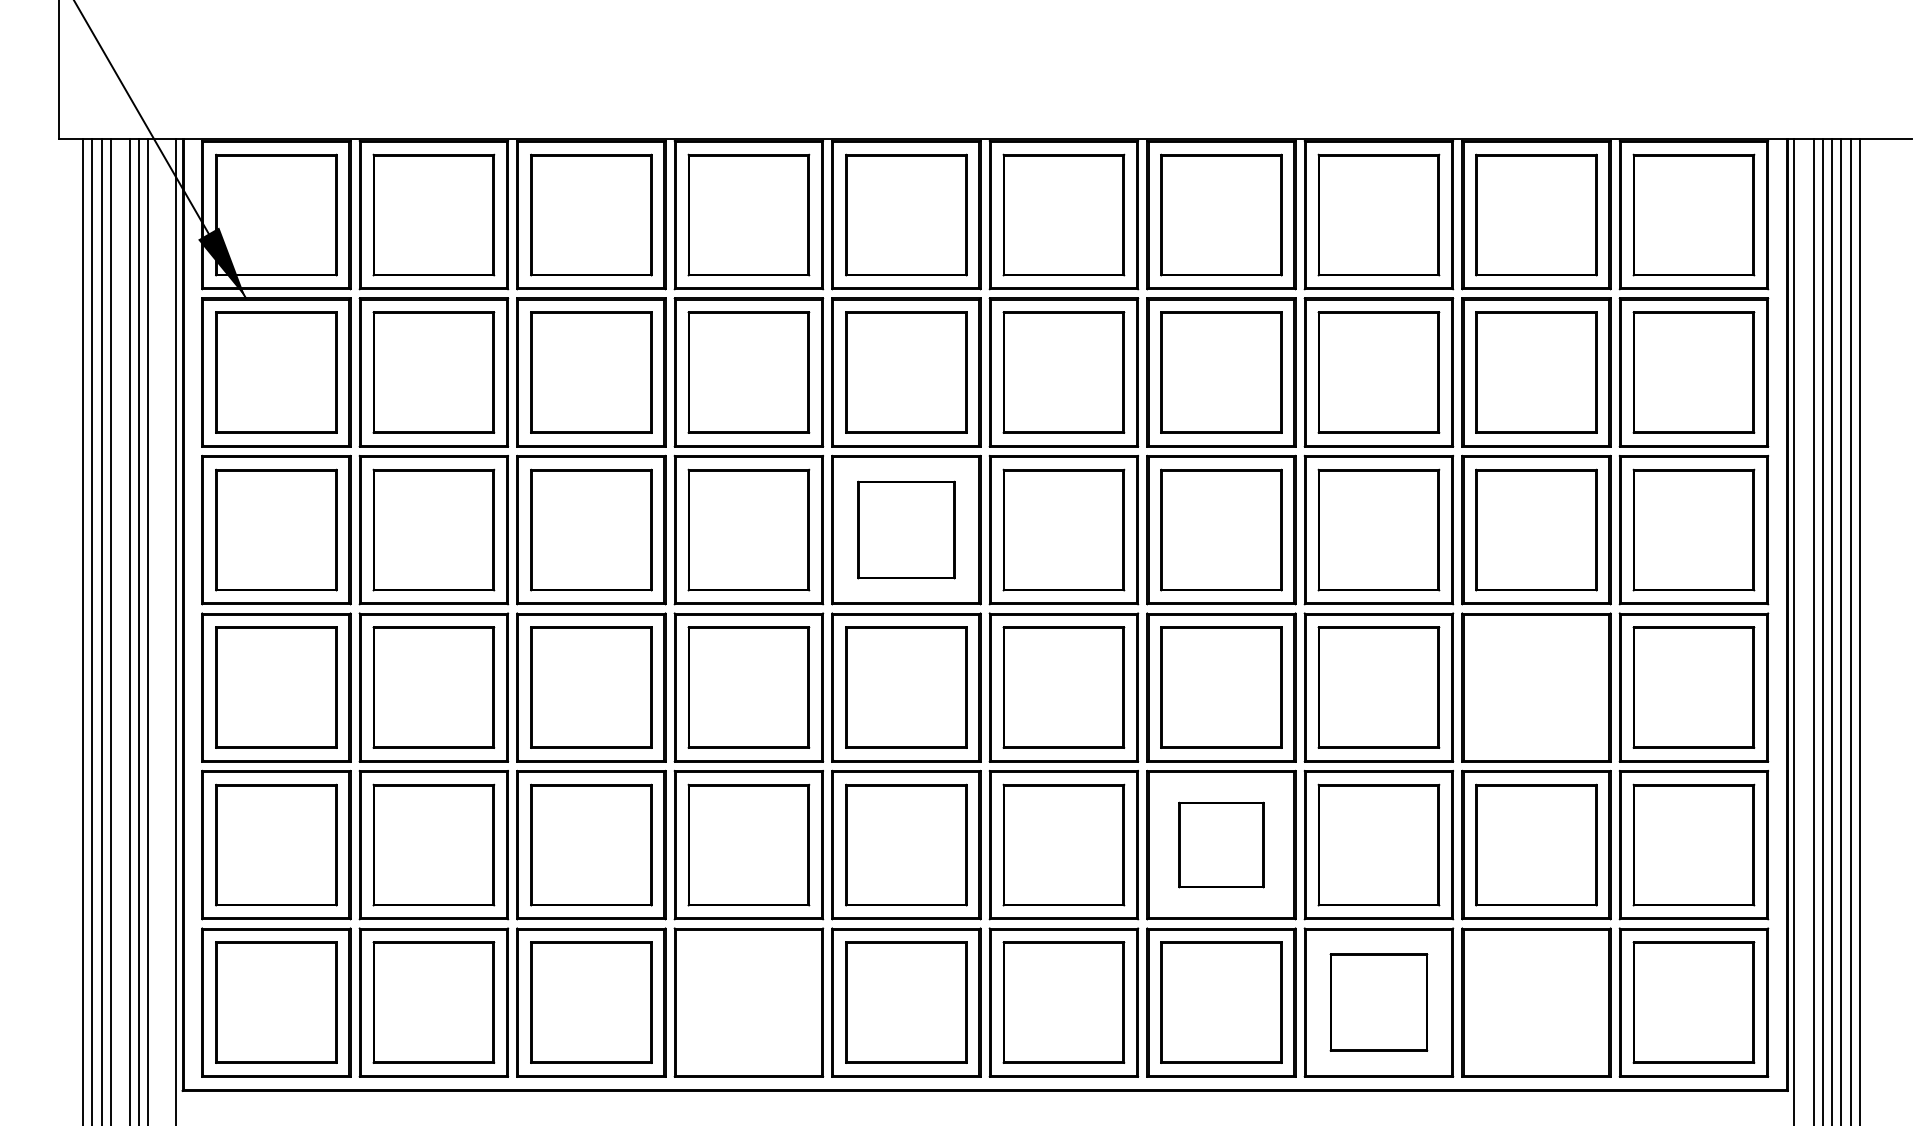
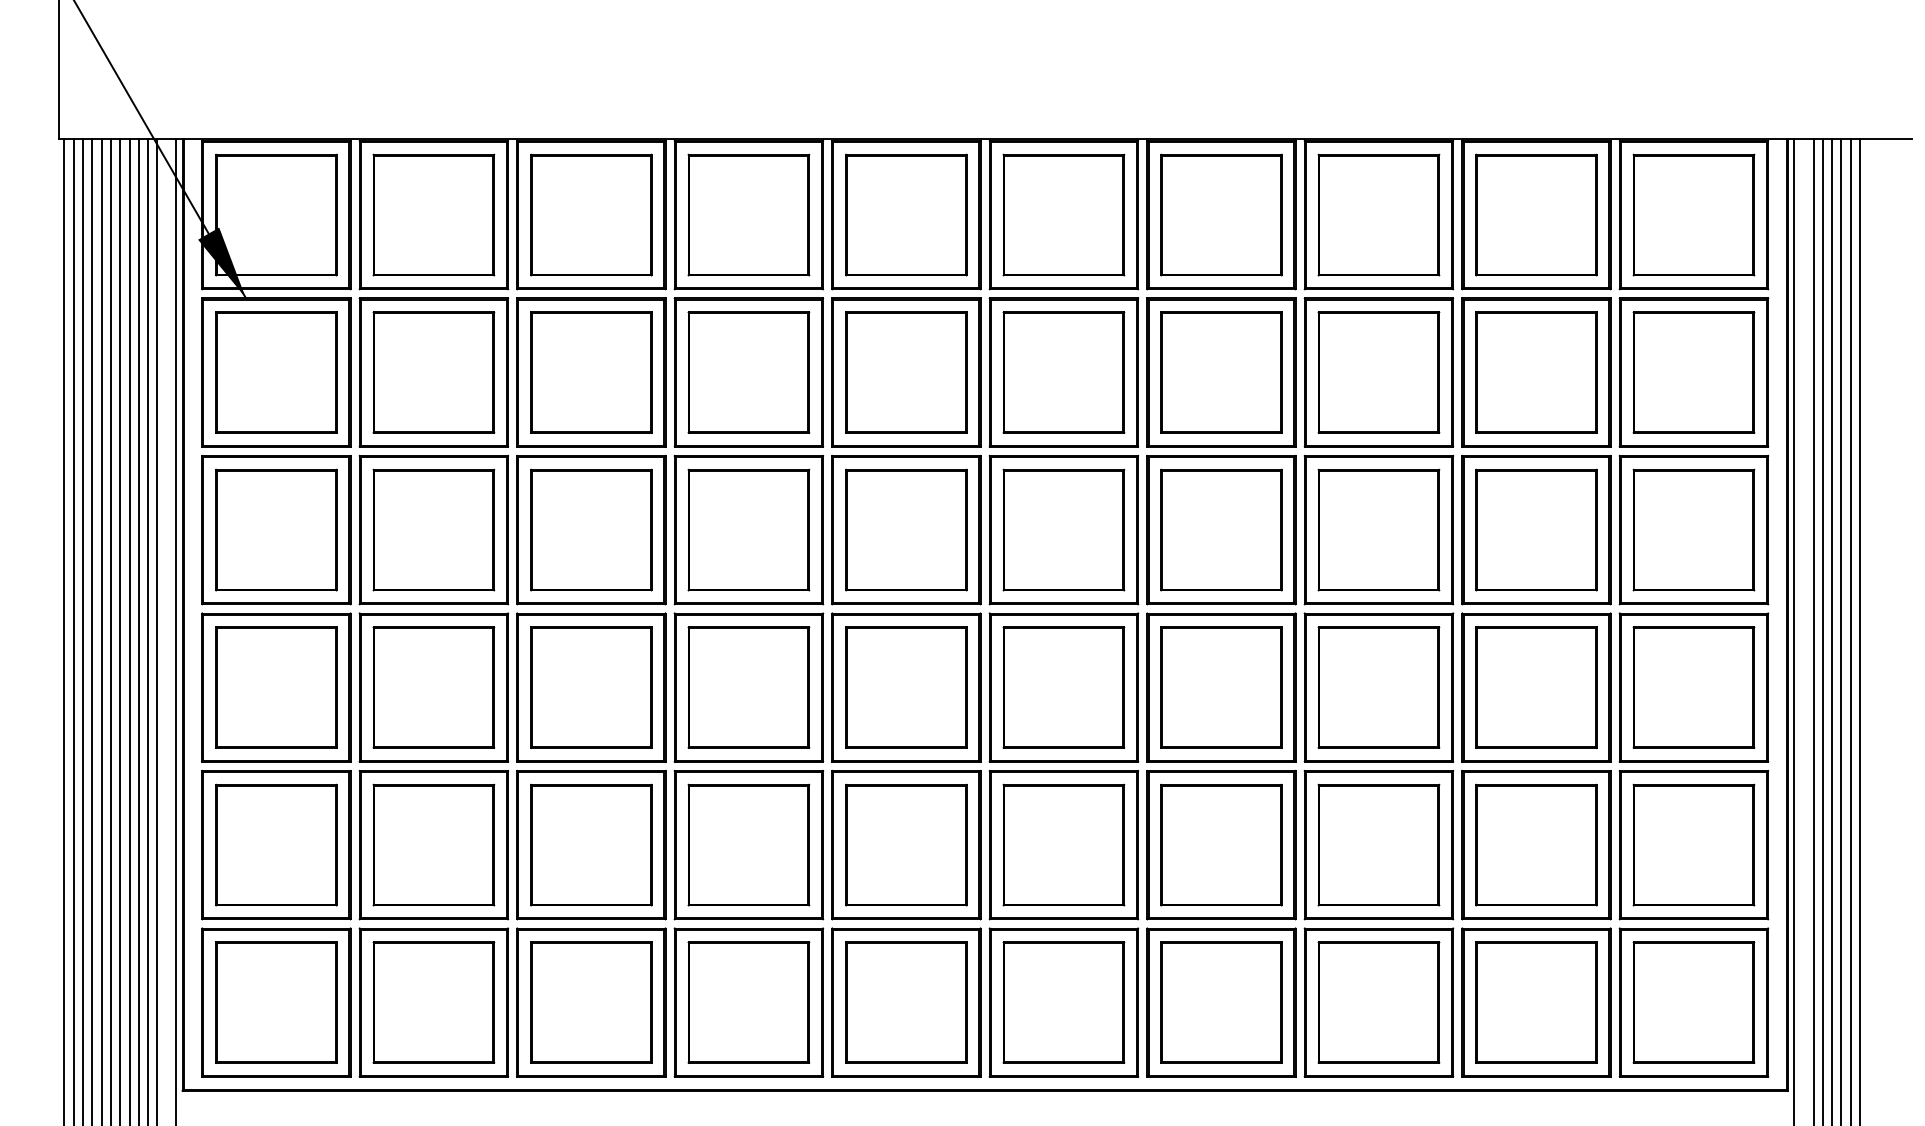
part at (906, 529) size: 99x100 px -> 123x124 px
line at (64, 630): none -> present
line at (73, 630): none -> present
line at (120, 630): none -> present
line at (157, 630): none -> present
part at (1536, 687): none -> present
part at (1221, 844) size: 87x88 px -> 123x124 px
part at (748, 1002): none -> present
part at (1378, 1002) size: 100x99 px -> 124x123 px
part at (1536, 1002): none -> present
